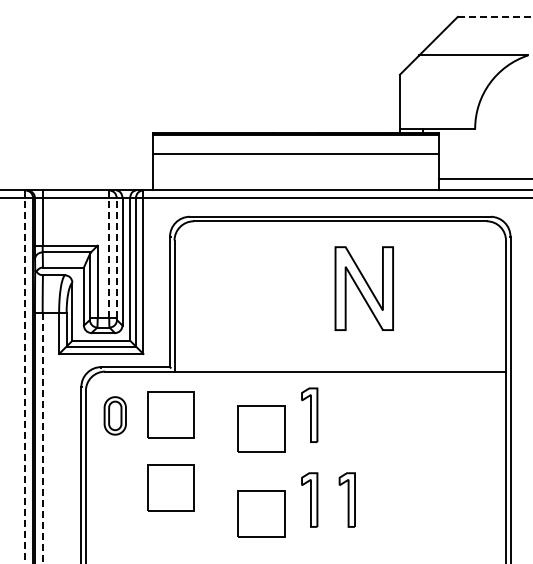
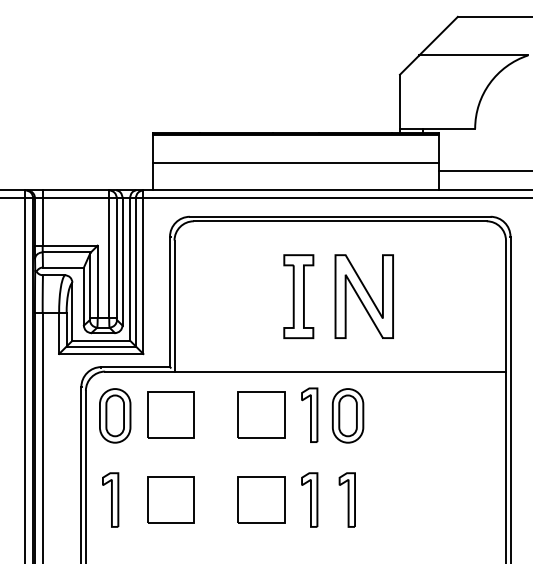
line at (495, 16): dashed -> solid
line at (295, 154) position: (295, 154) -> (295, 163)
line at (483, 179) position: (483, 179) -> (483, 171)
line at (109, 254): dashed -> solid
line at (116, 257): dashed -> solid
part at (363, 288) position: (363, 288) -> (363, 296)
part at (298, 296): none -> present
line at (25, 377): dashed -> solid
part at (114, 415) size: 24x40 px -> 33x56 px
part at (347, 415): none -> present
part at (261, 428) position: (261, 428) -> (261, 414)
line at (42, 437): dashed -> solid
part at (170, 487) position: (170, 487) -> (170, 499)
part at (110, 499): none -> present
part at (261, 513) position: (261, 513) -> (261, 499)
